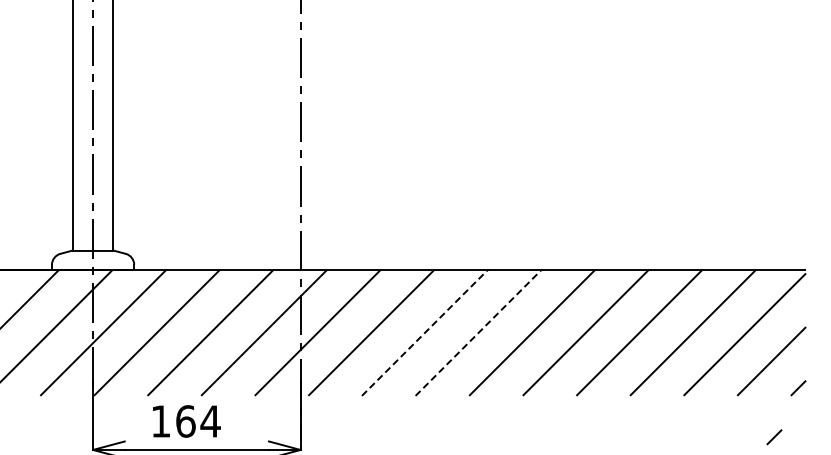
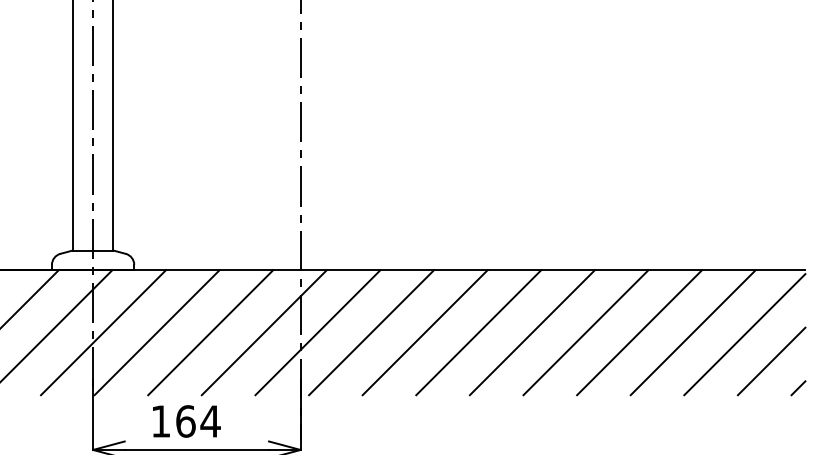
line at (425, 332): dashed -> solid
line at (479, 332): dashed -> solid
line at (774, 437): present -> none
